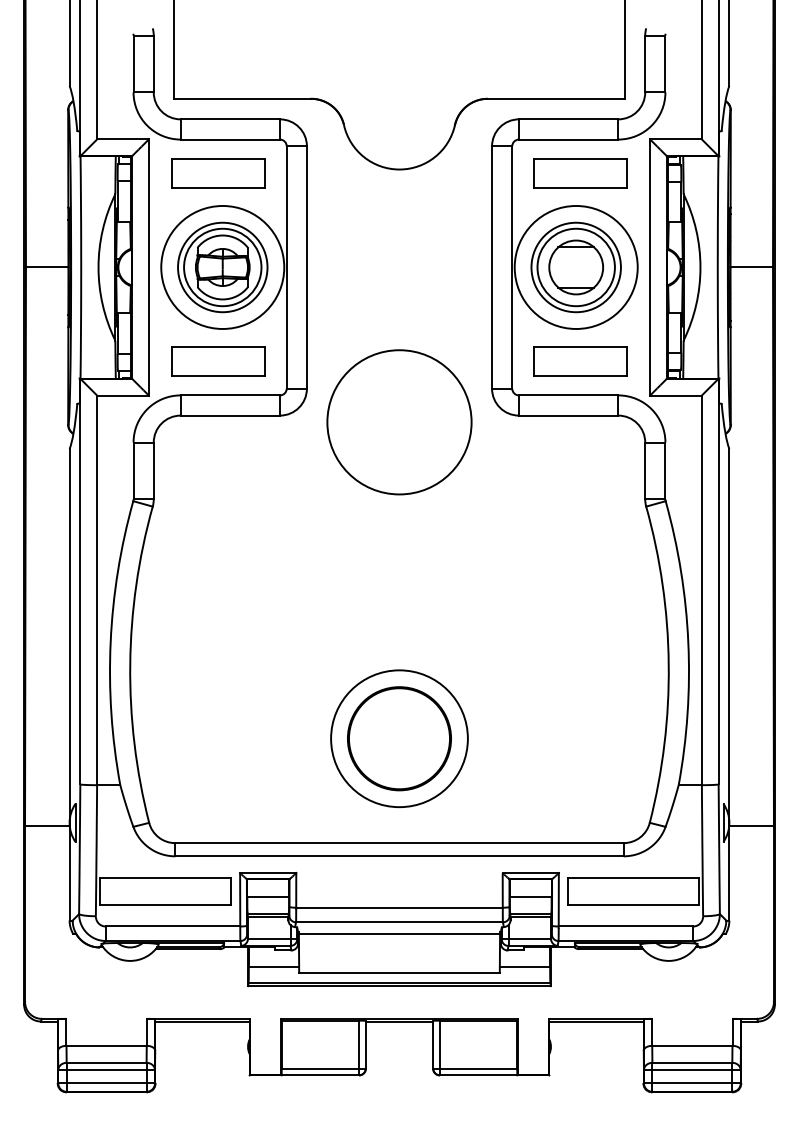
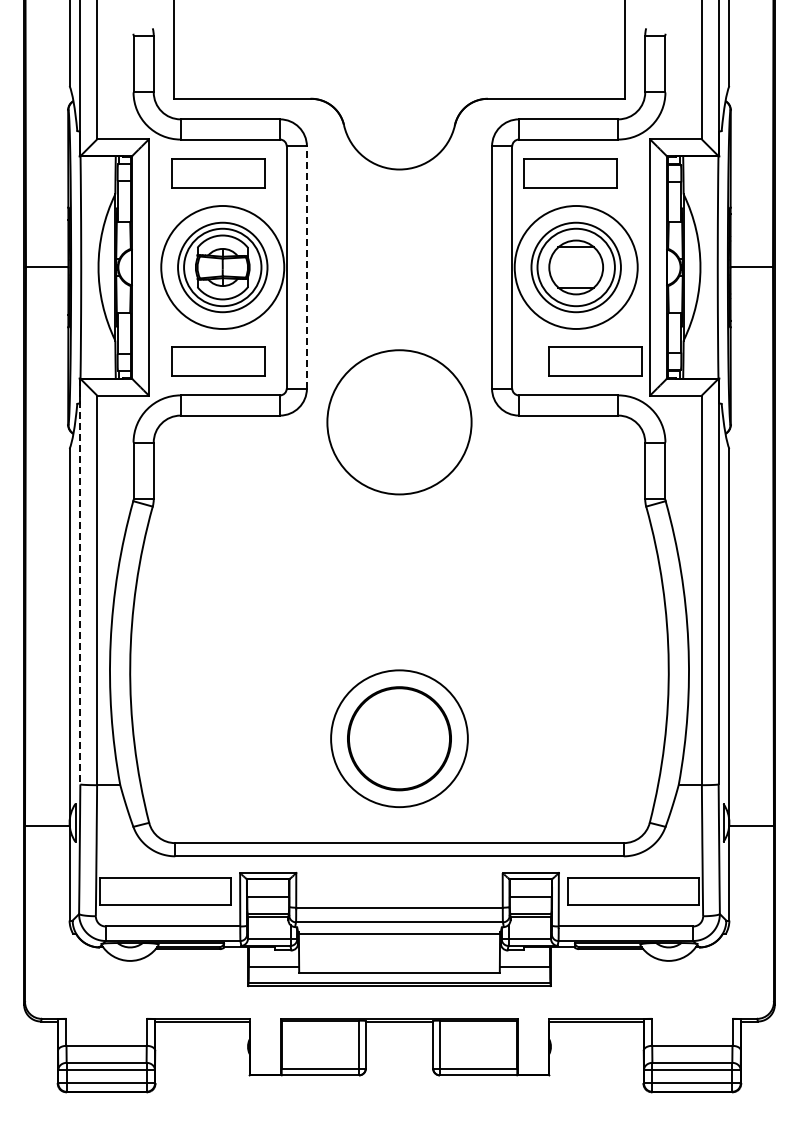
part at (580, 173) position: (580, 173) -> (570, 173)
line at (306, 266): solid -> dashed
part at (580, 361) position: (580, 361) -> (595, 361)
line at (80, 581): solid -> dashed
